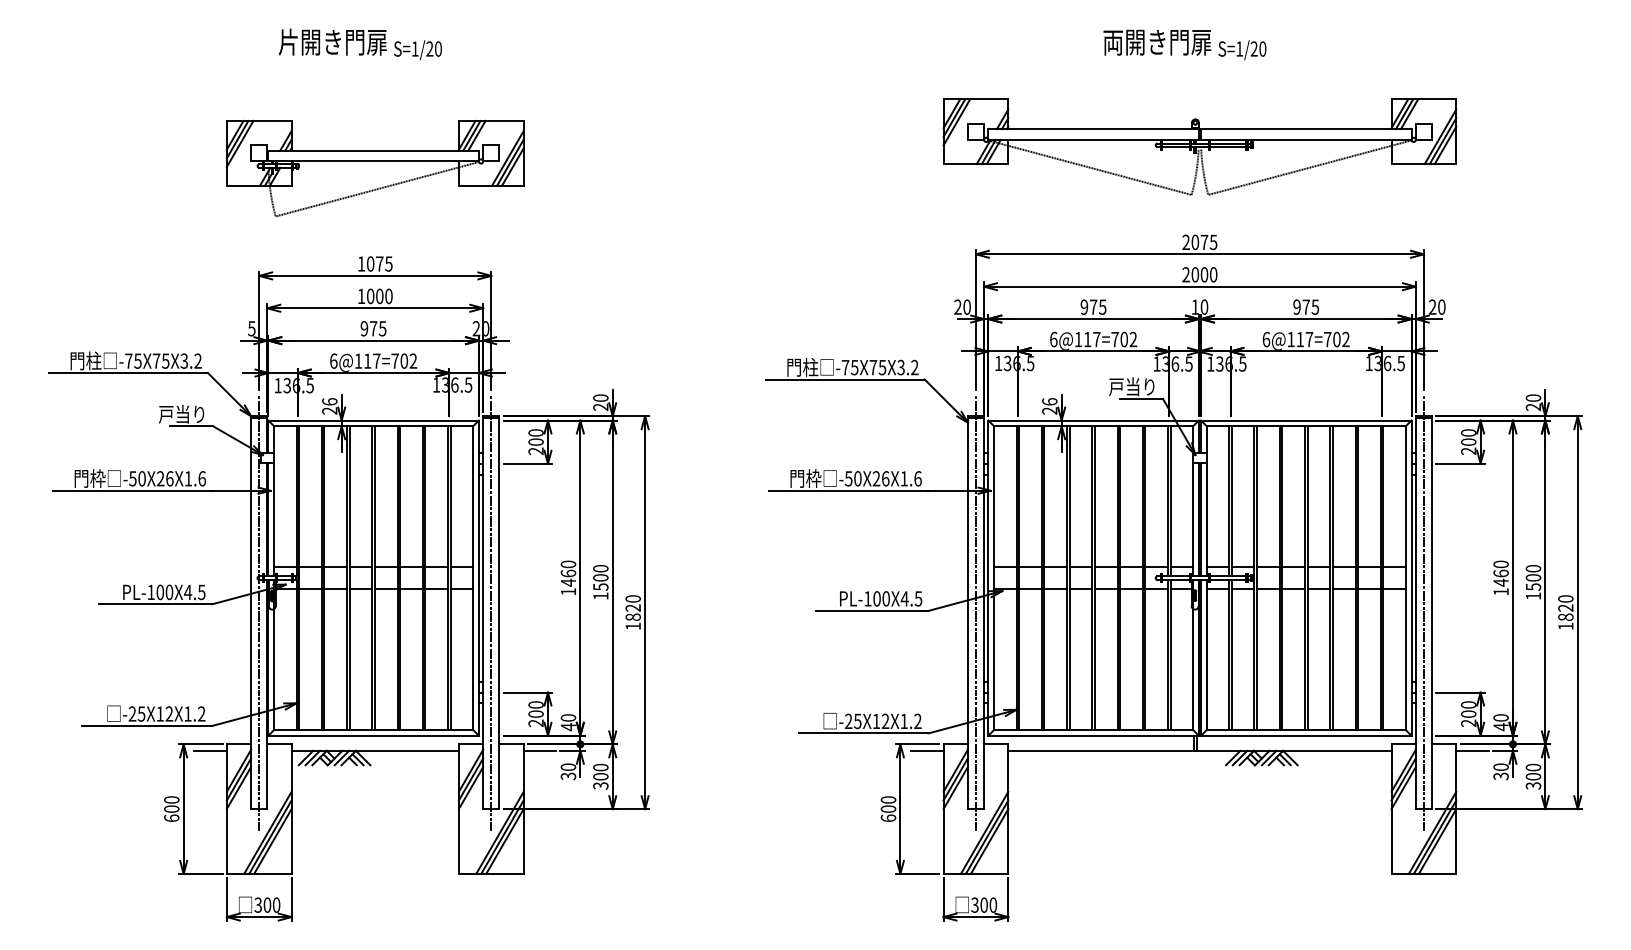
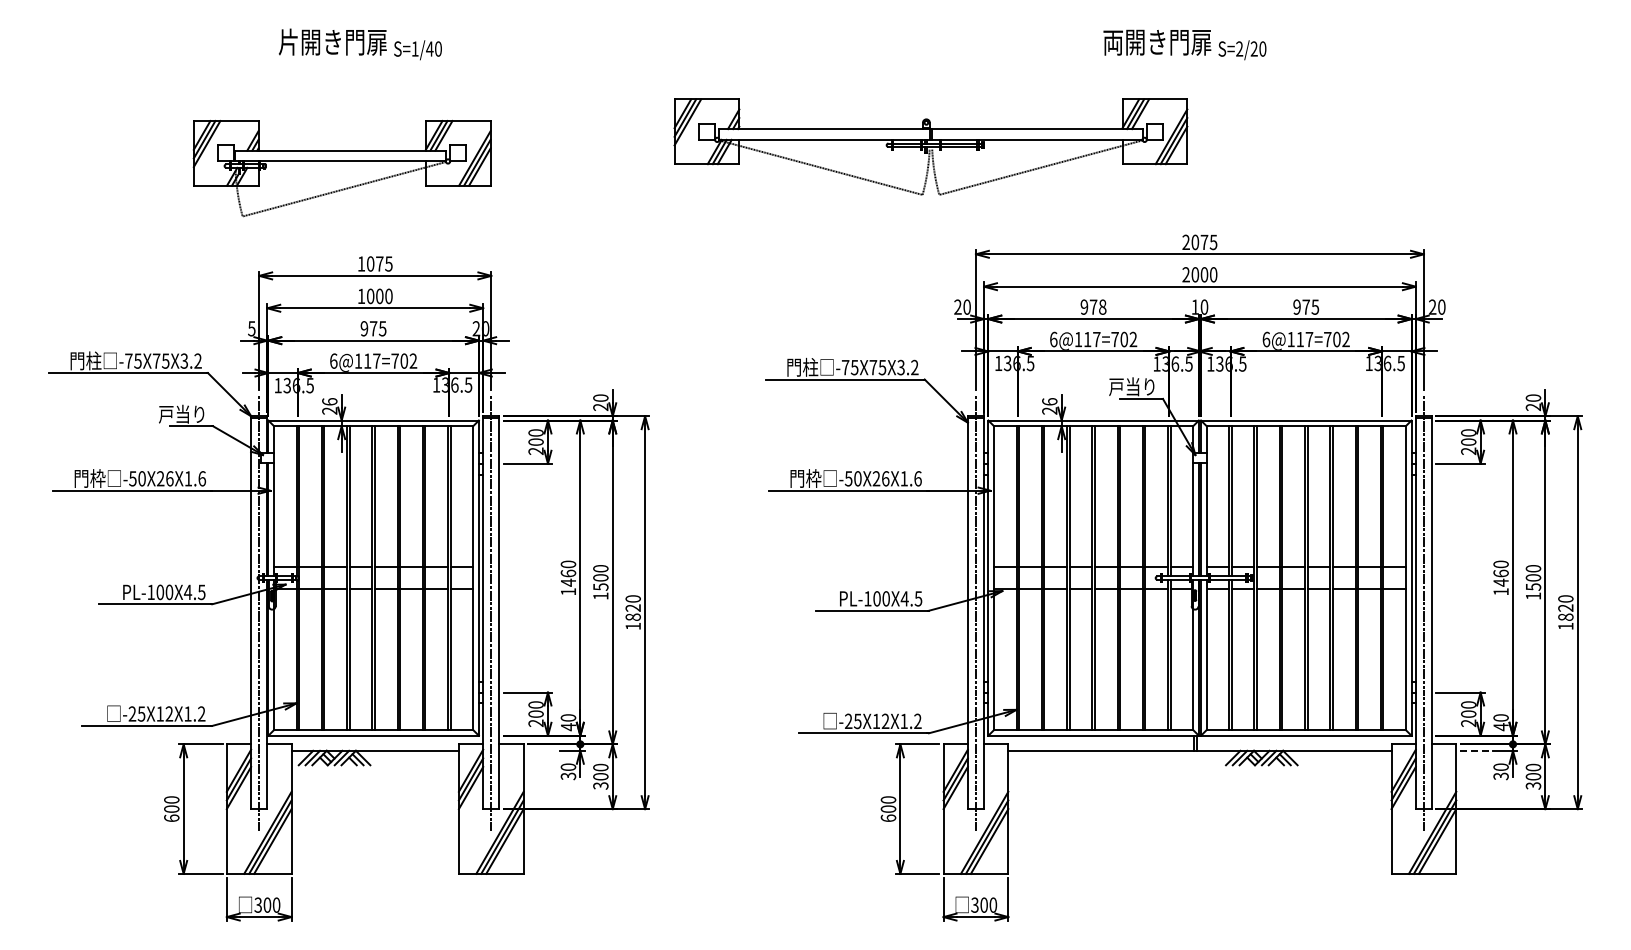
text at (429, 48): S=1/20 -> S=1/40
text at (1239, 48): S=1/20 -> S=2/20
part at (1199, 146) position: (1199, 146) -> (930, 146)
part at (374, 168) position: (374, 168) -> (341, 168)
text at (1102, 306): 975 -> 978
line at (210, 750): present -> none
line at (539, 750): present -> none
line at (927, 750): present -> none
line at (1472, 750): solid -> dashed
